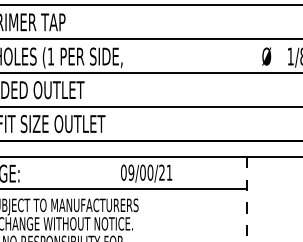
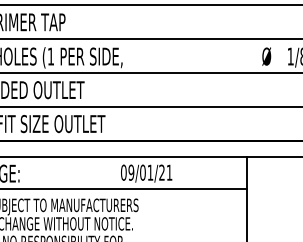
text at (150, 172): 09/00/21 -> 09/01/21
line at (247, 199): dashed -> solid
